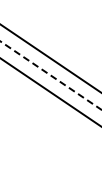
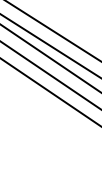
line at (52, 30): none -> present
line at (50, 45): none -> present
line at (50, 75): dashed -> solid
